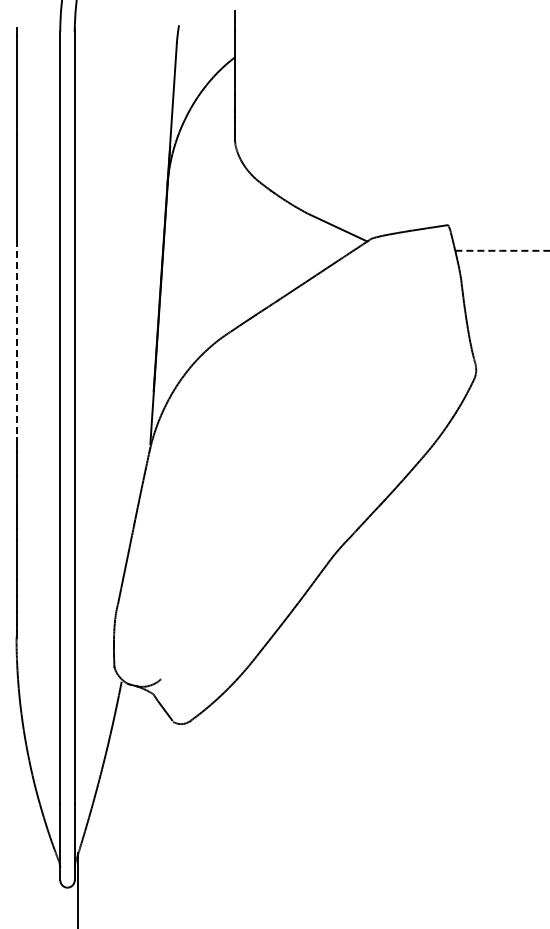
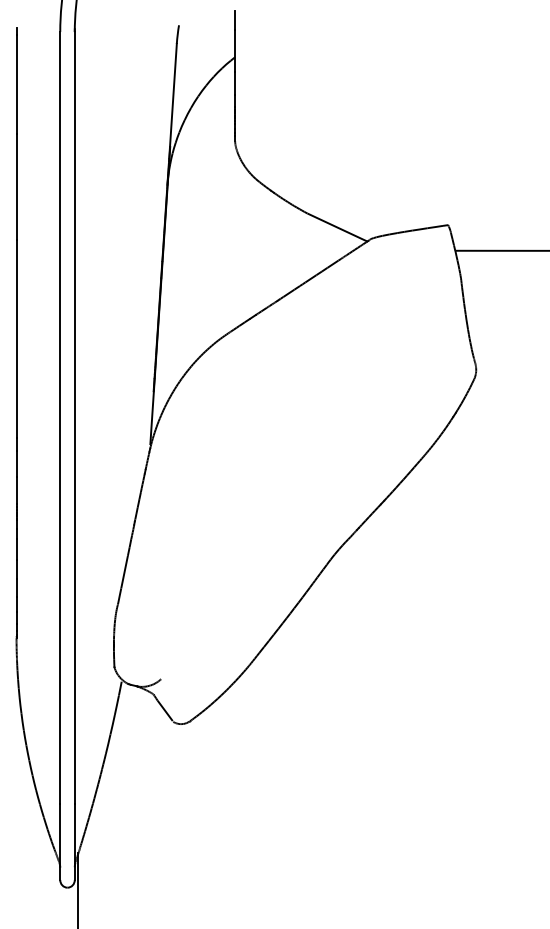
arc at (502, 250): dashed -> solid
line at (16, 339): dashed -> solid
